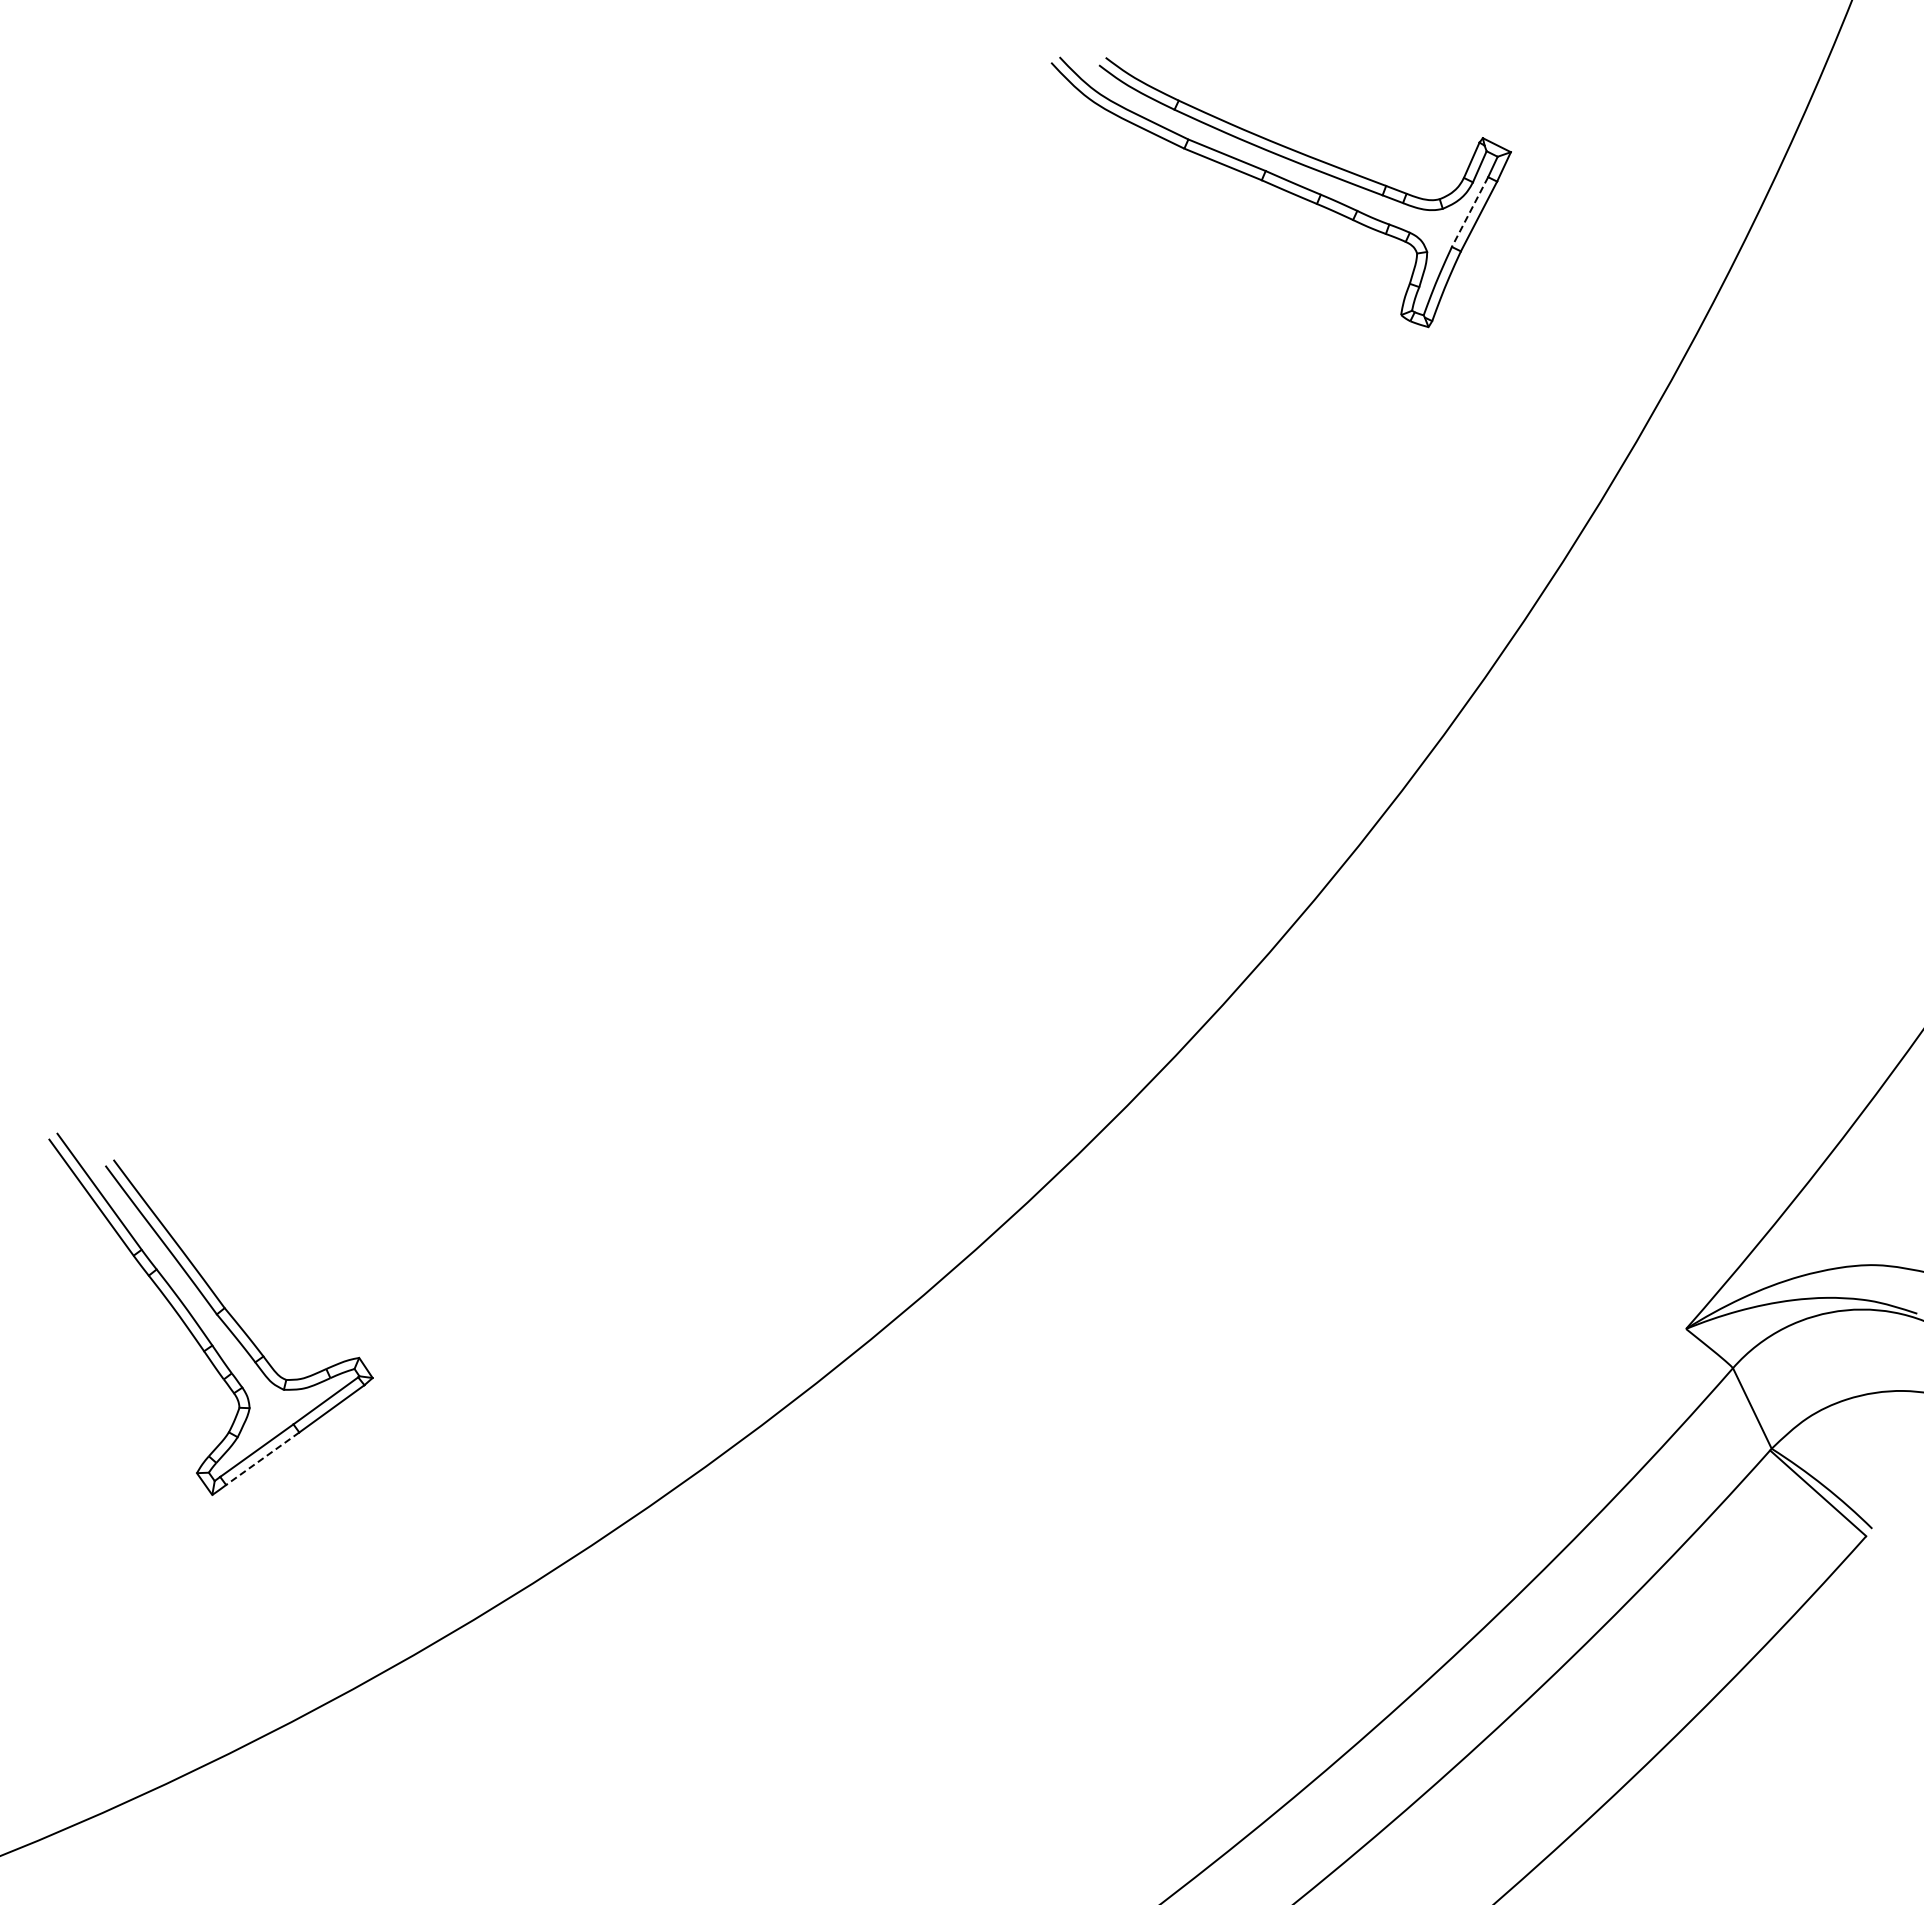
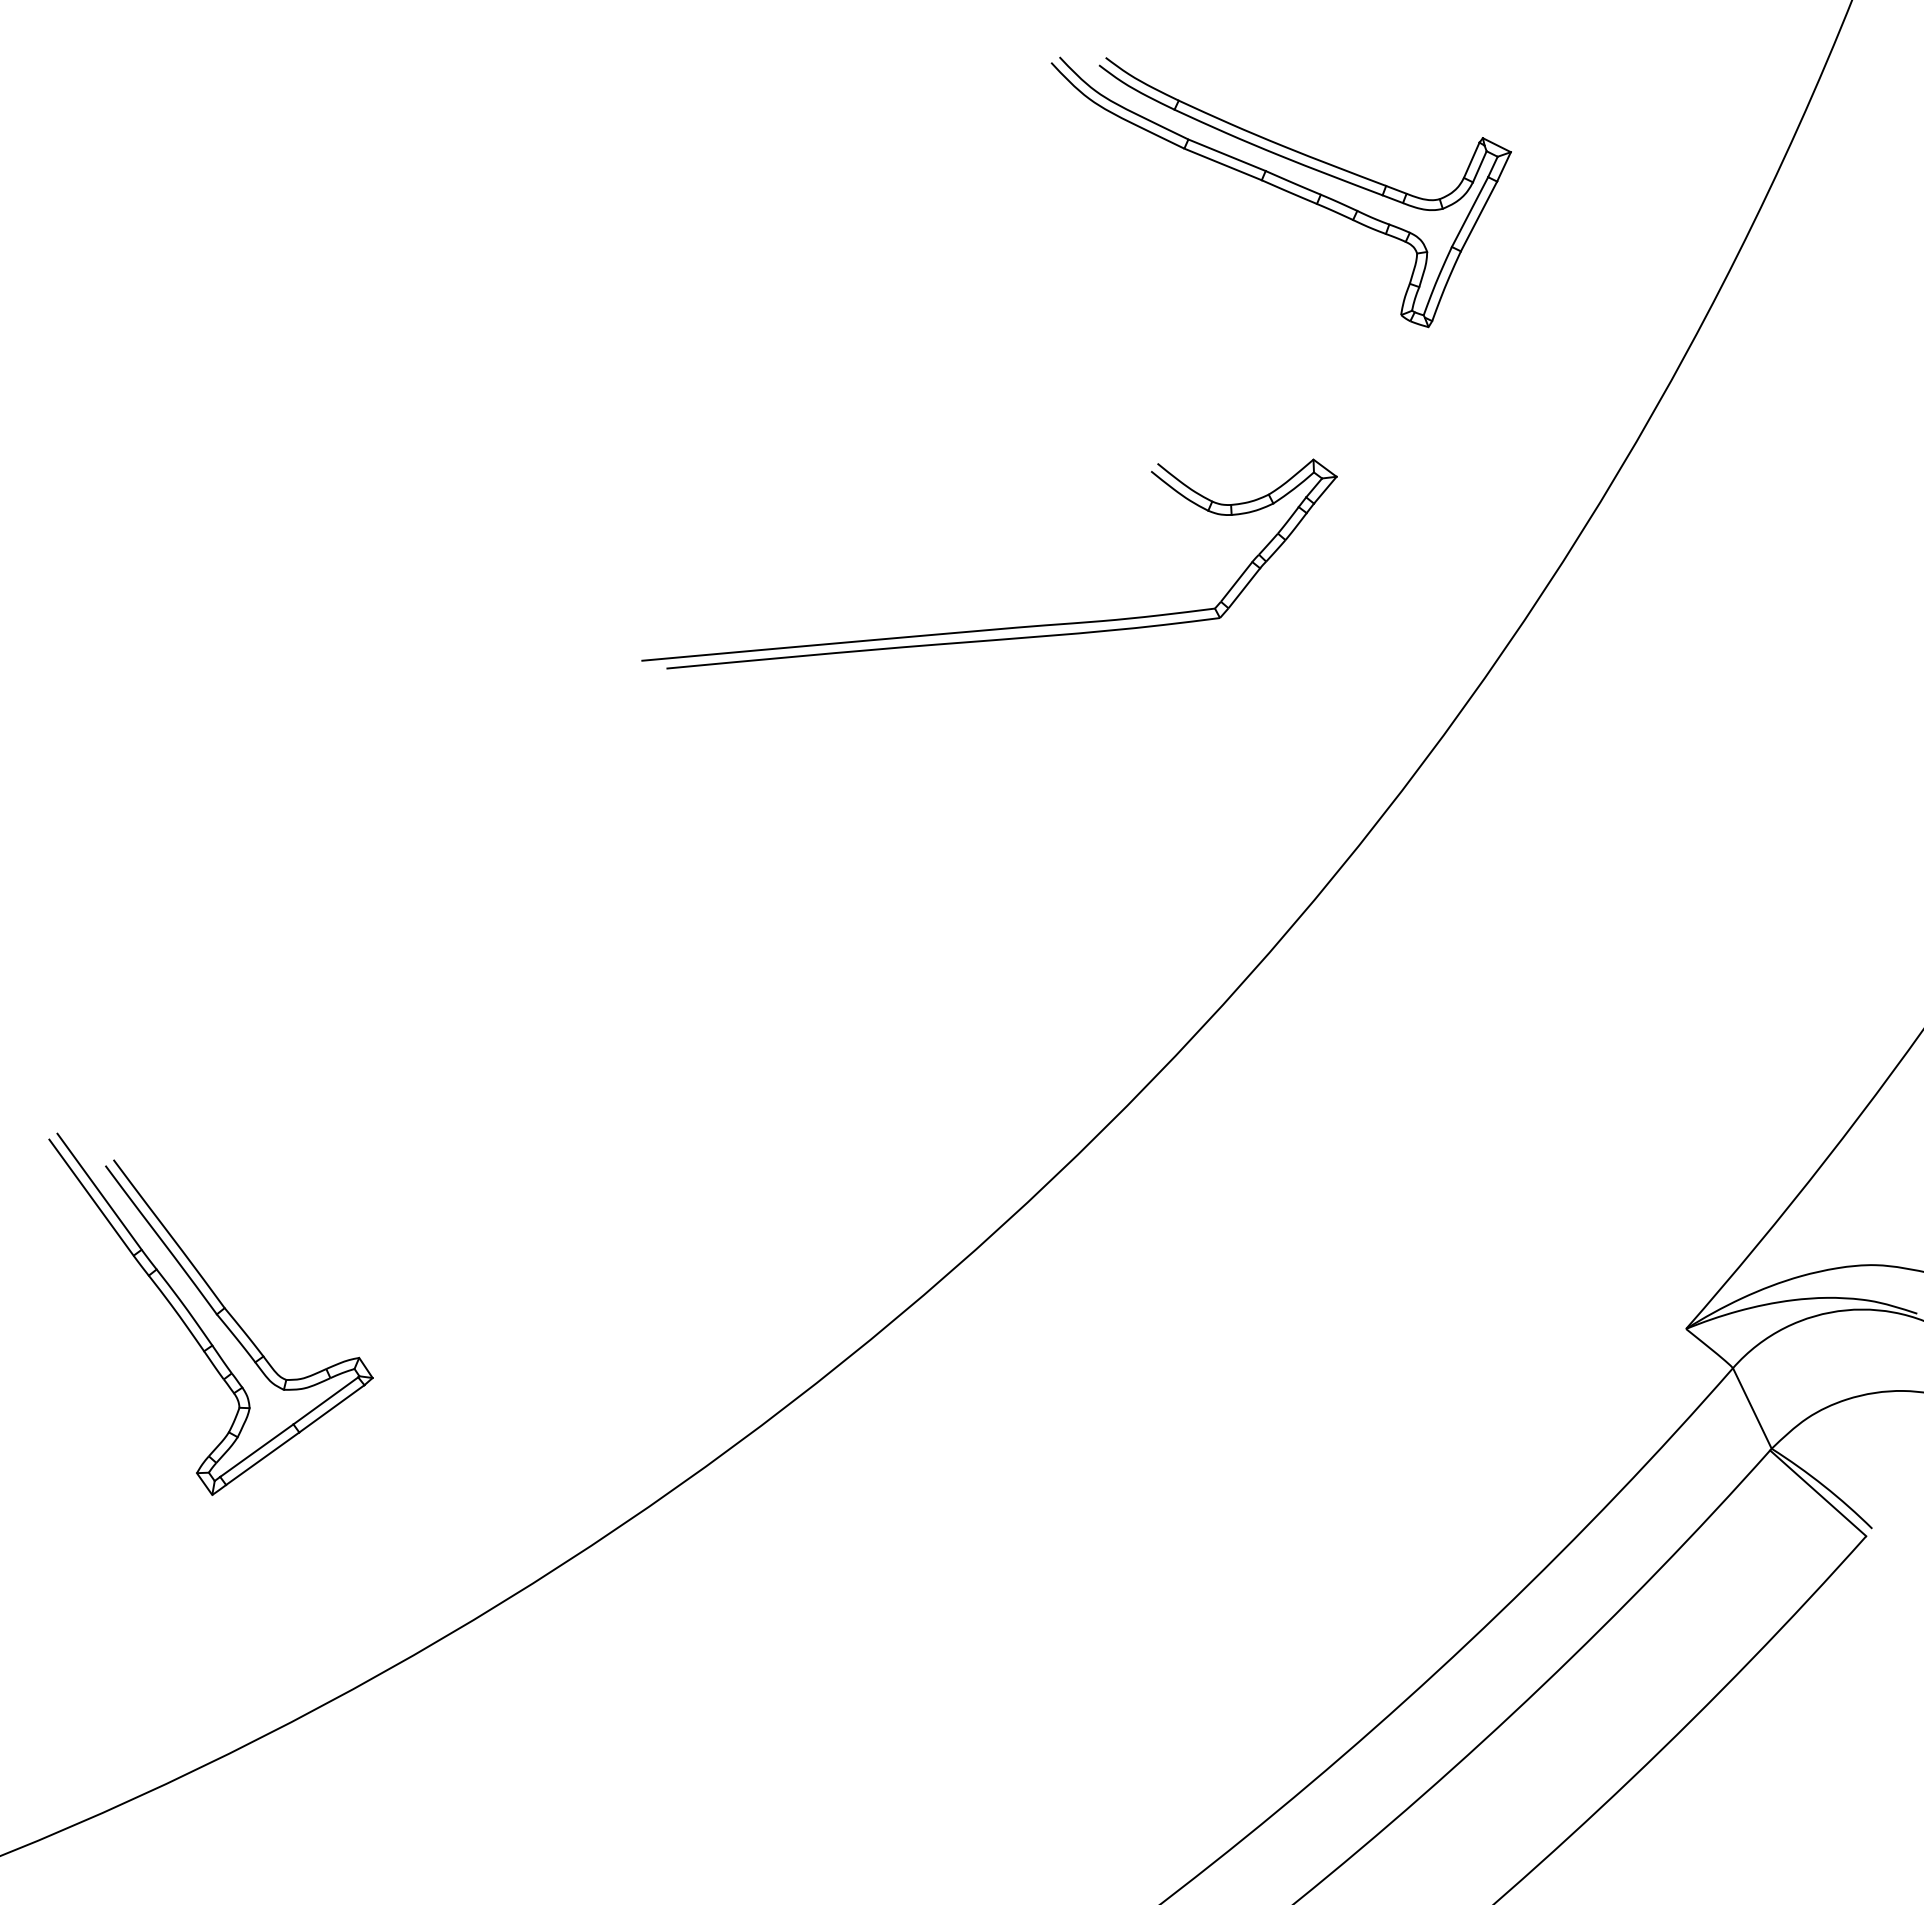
line at (1469, 212): dashed -> solid
part at (991, 628): none -> present
line at (262, 1459): dashed -> solid
